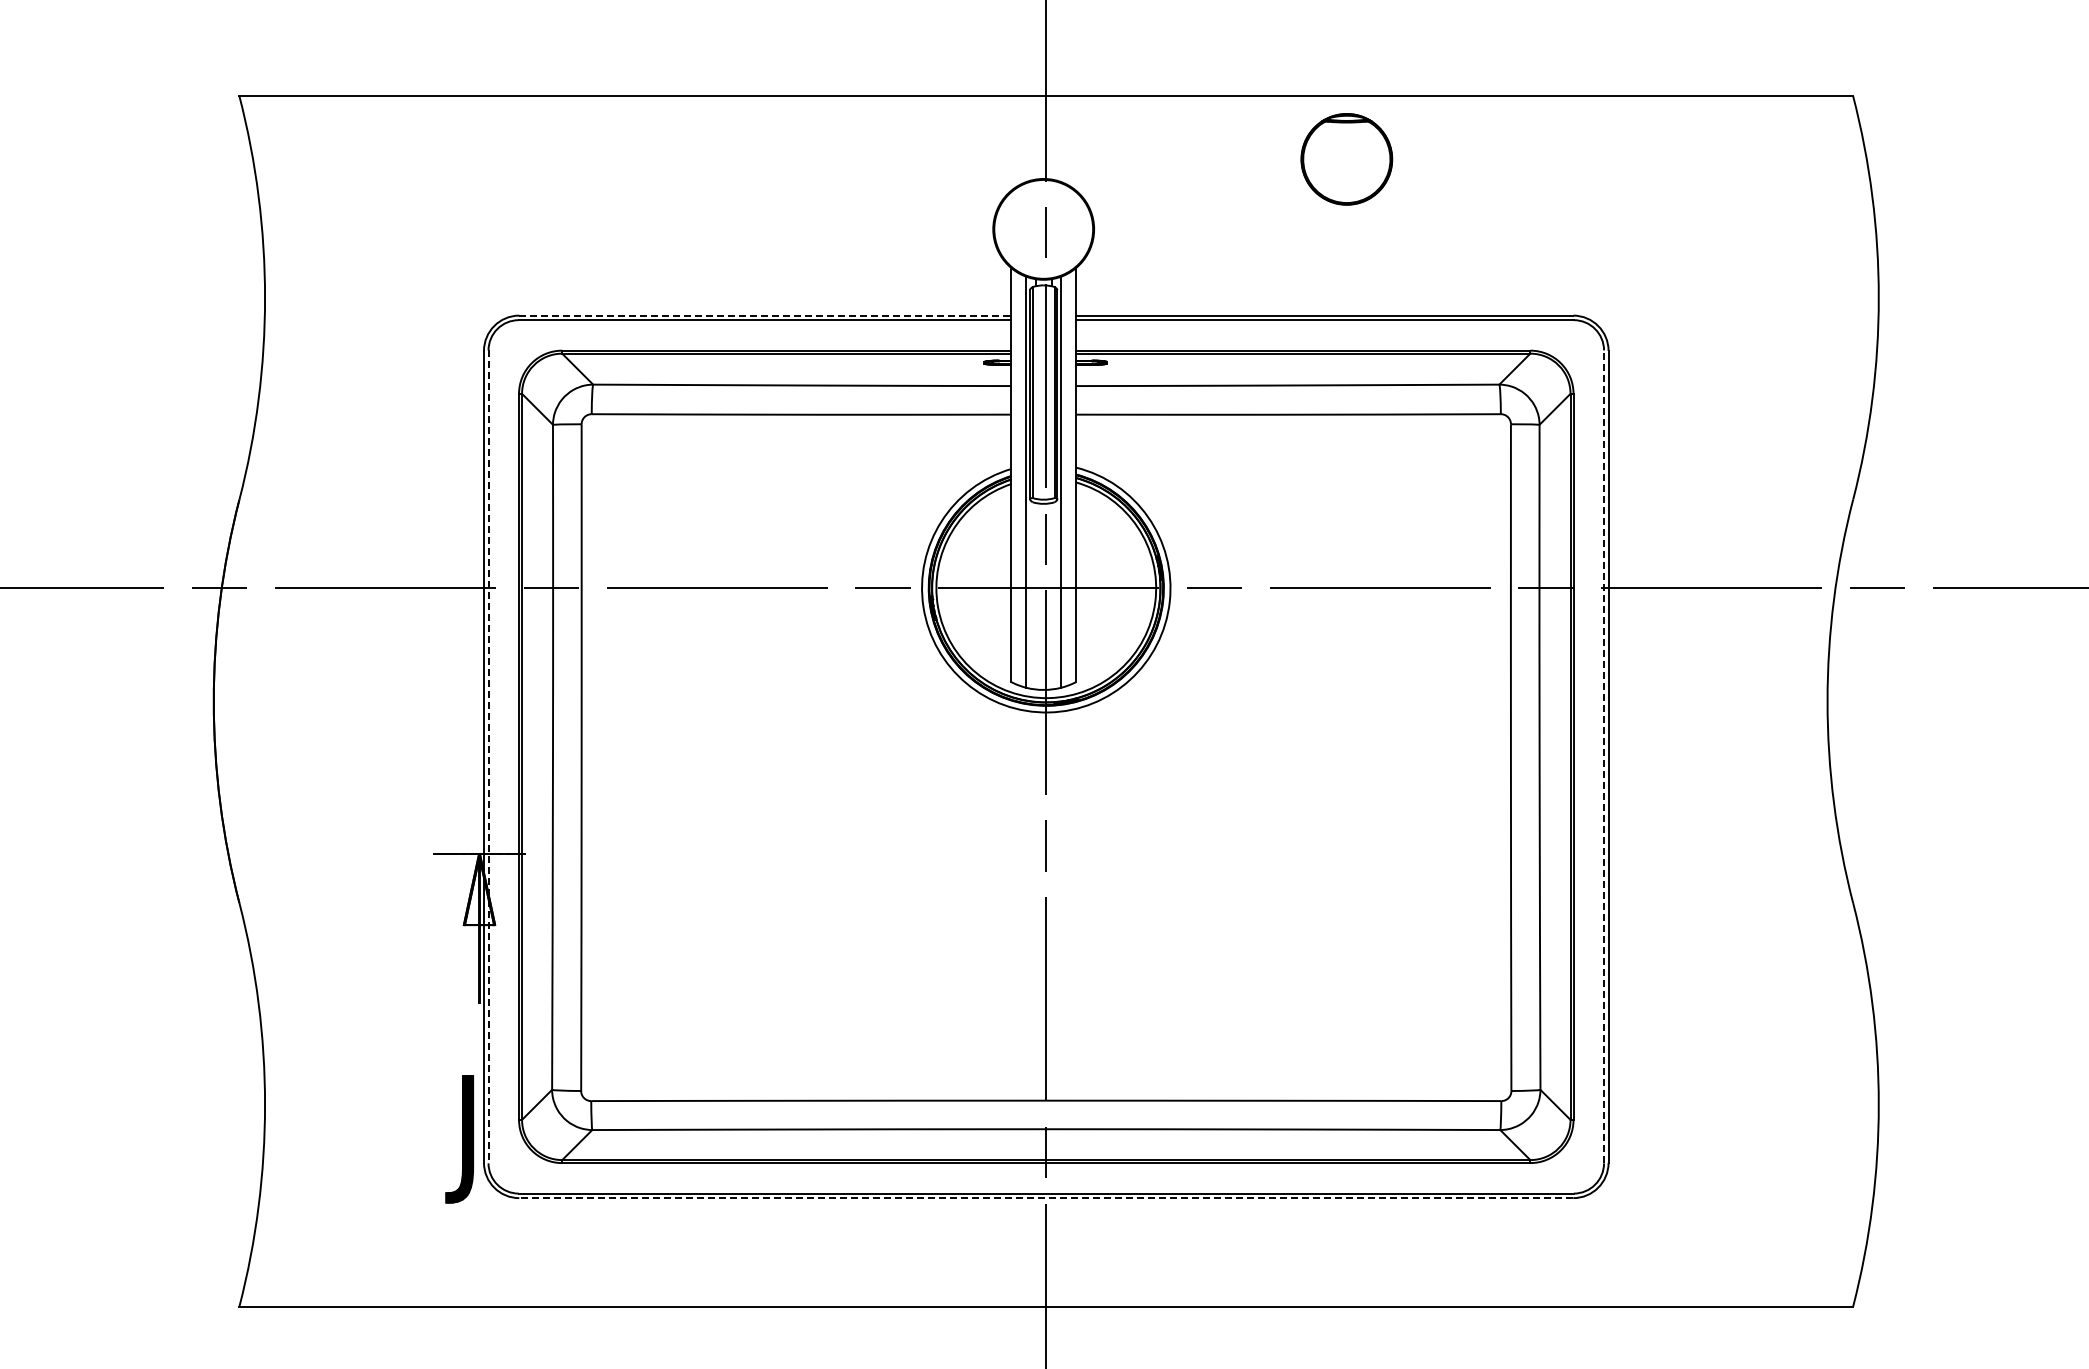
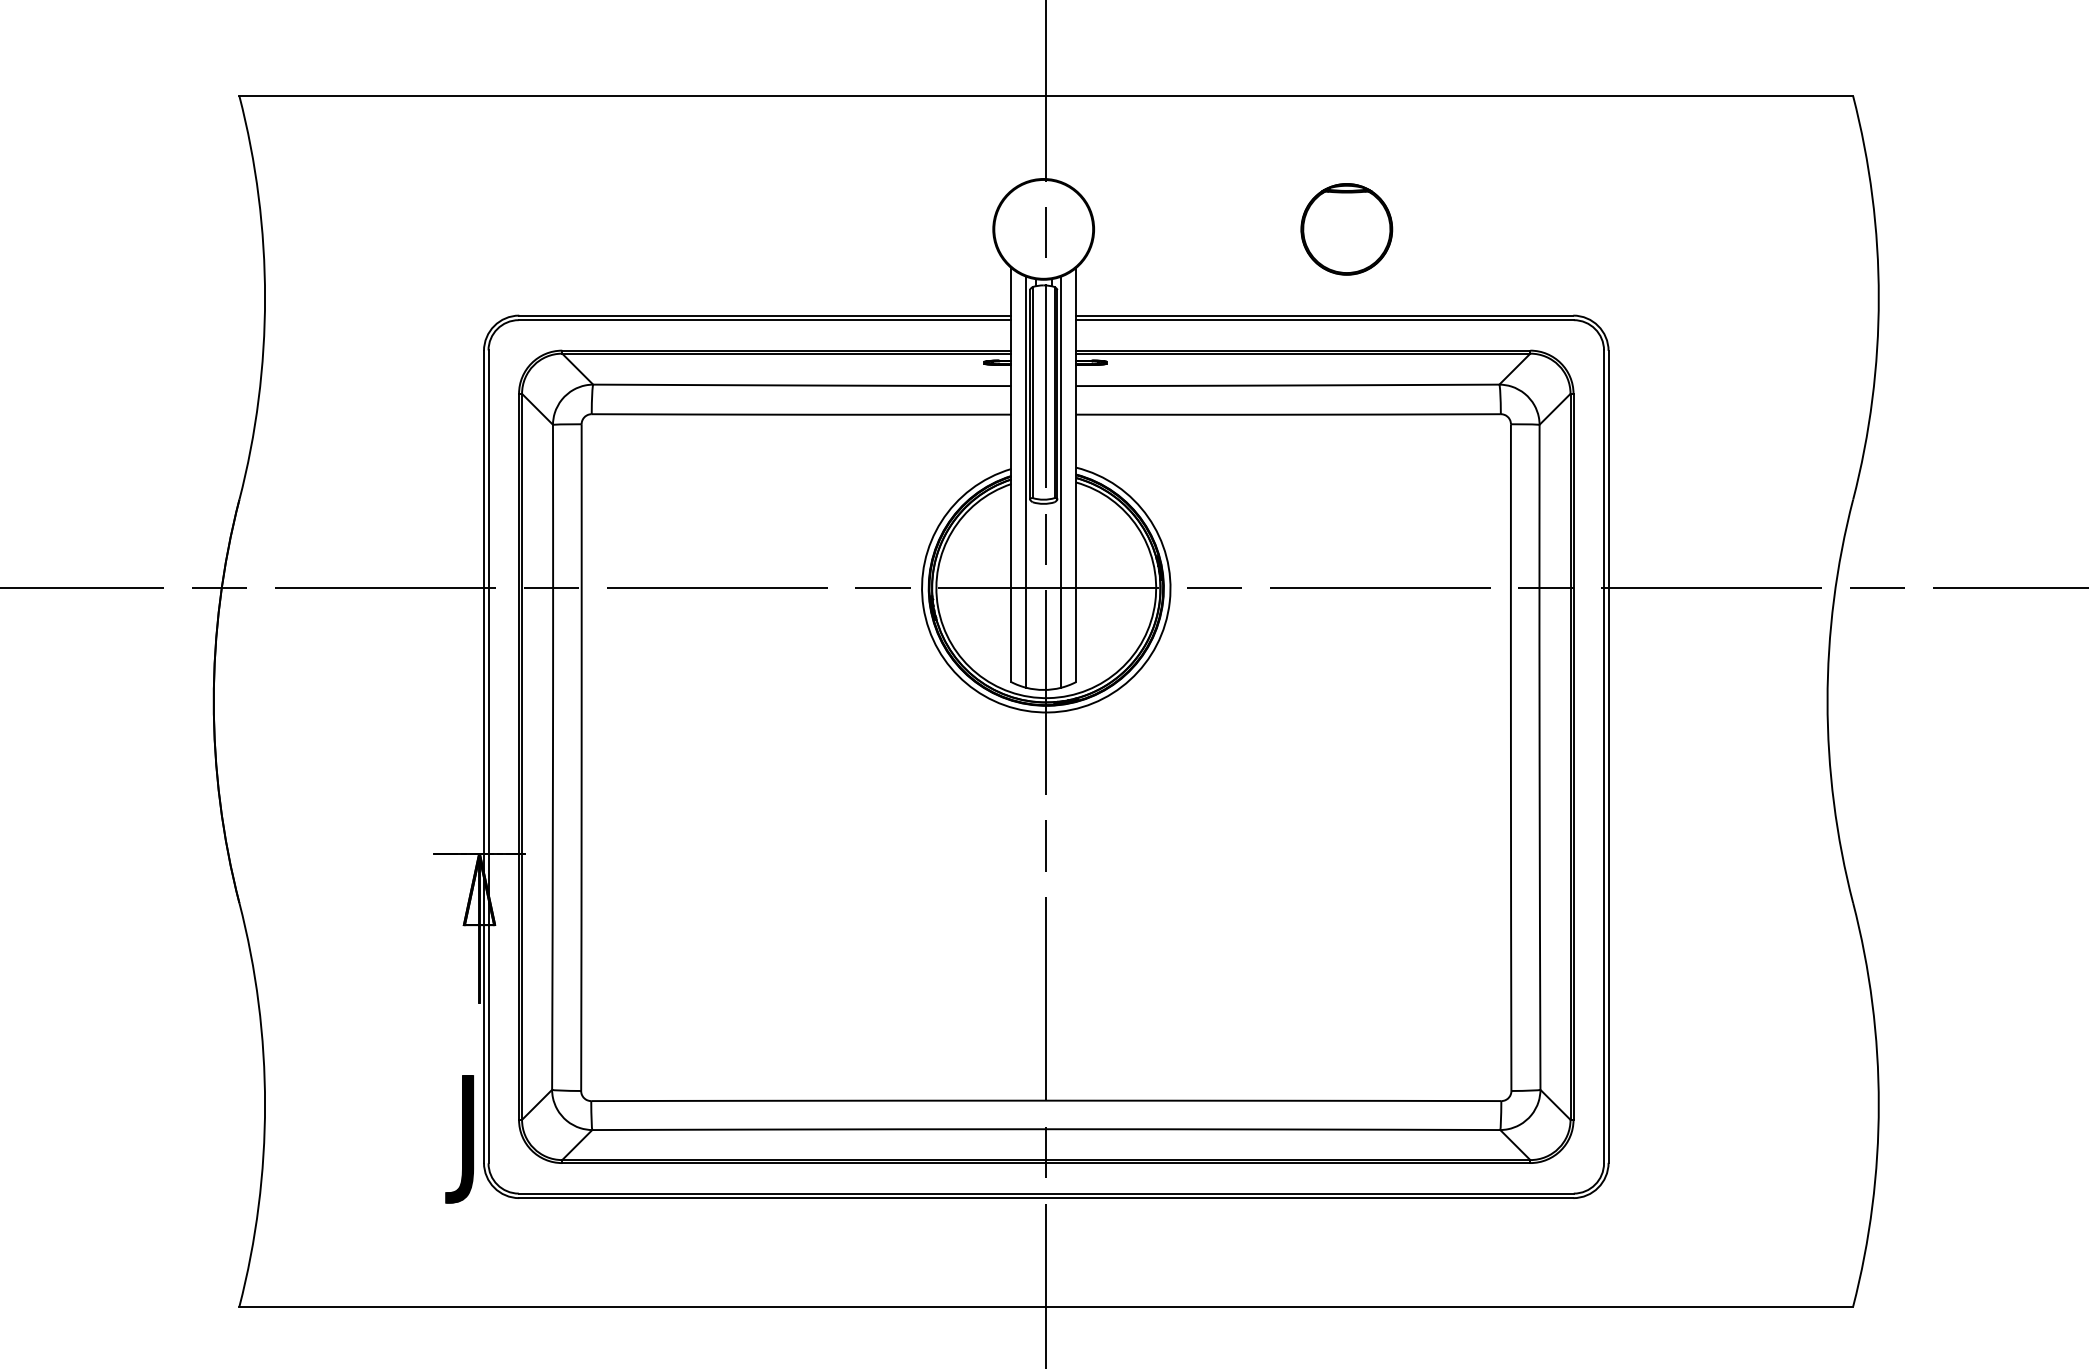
part at (1346, 159) position: (1346, 159) -> (1346, 229)
line at (765, 315): dashed -> solid
line at (1604, 756): dashed -> solid
line at (488, 757): dashed -> solid
line at (1046, 1198): dashed -> solid
